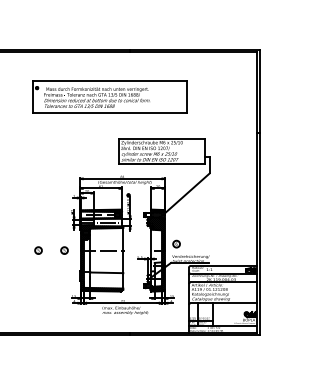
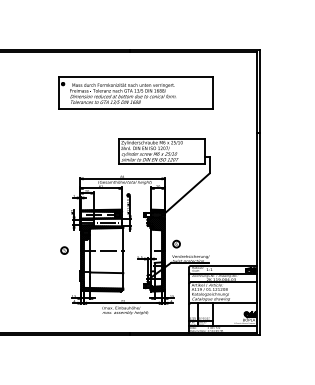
part at (109, 96) position: (109, 96) -> (135, 92)
part at (38, 250): present -> none
